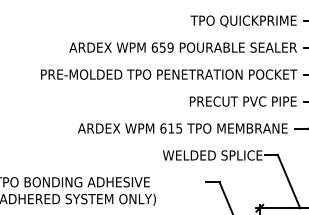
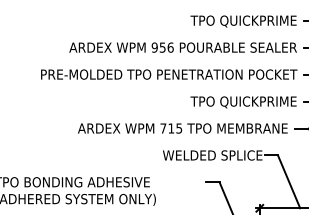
text at (162, 47): 659 -> 956
text at (239, 102): PRECUT PVC PIPE -> TPO QUICKPRIME
text at (163, 128): 615 -> 715
